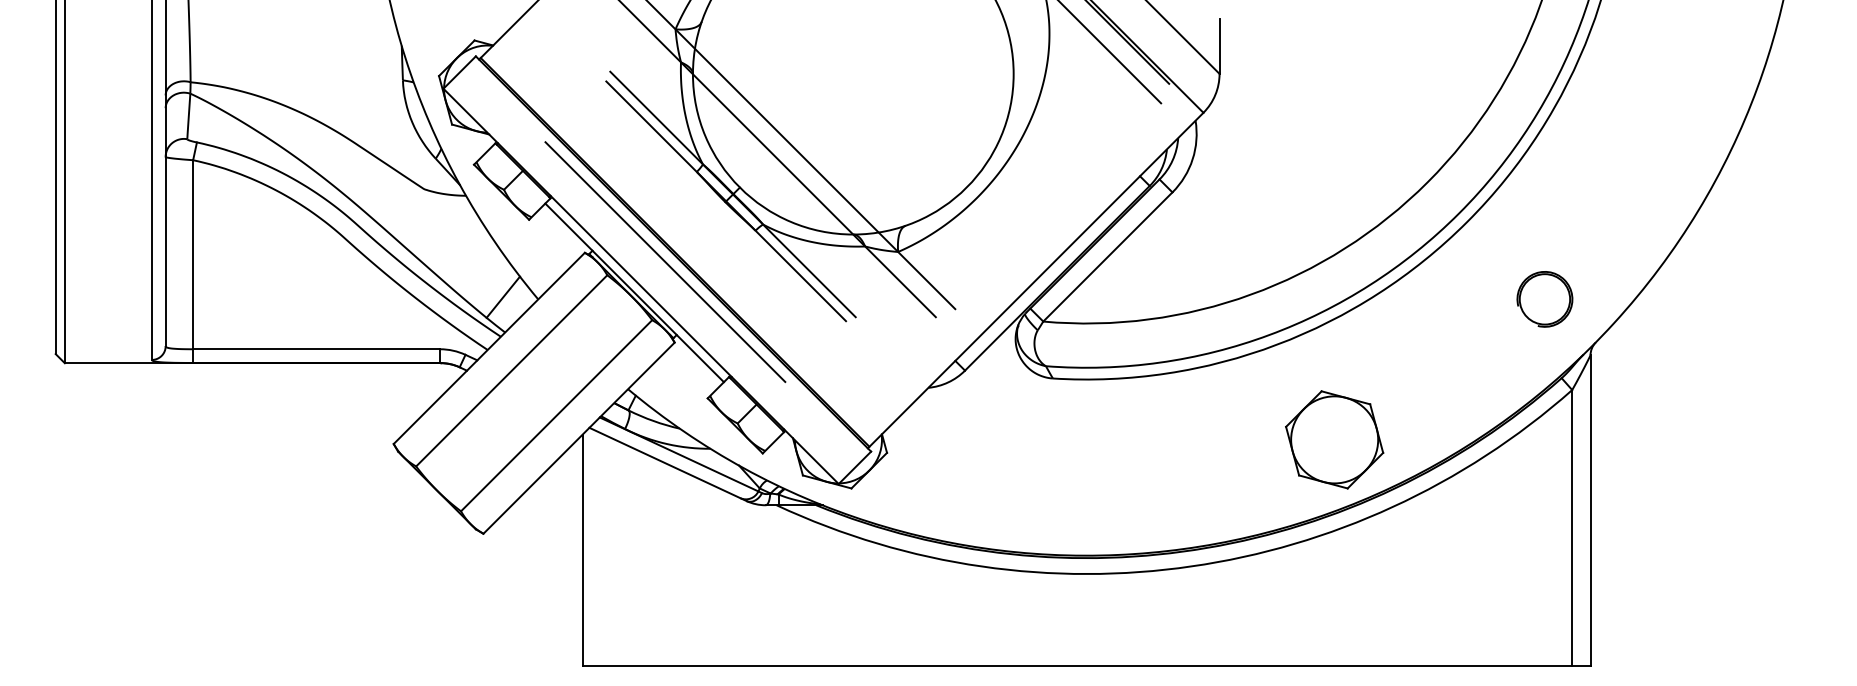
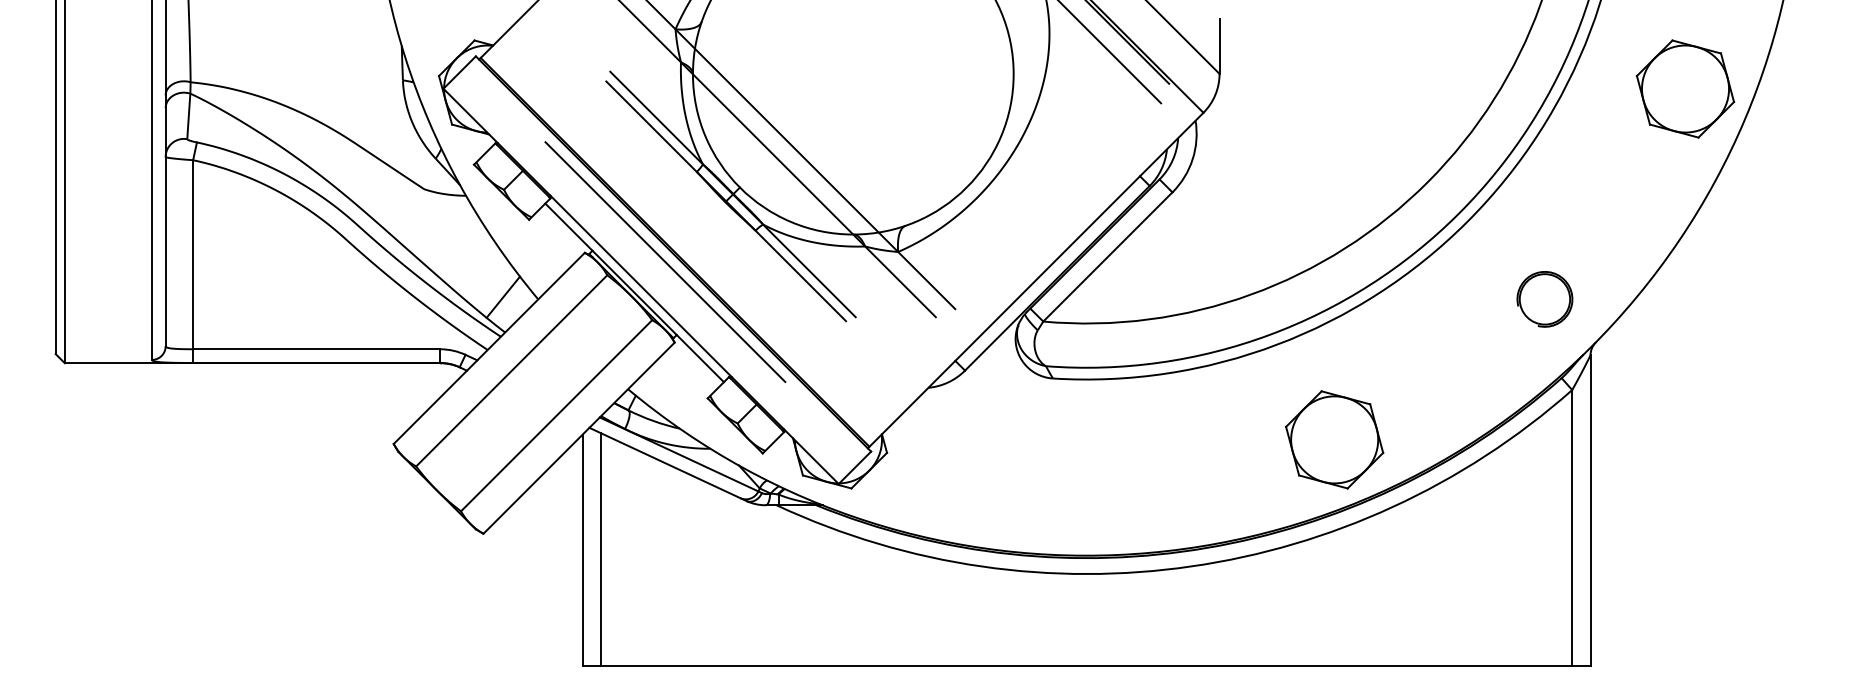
part at (1685, 88): none -> present
line at (600, 549): none -> present
